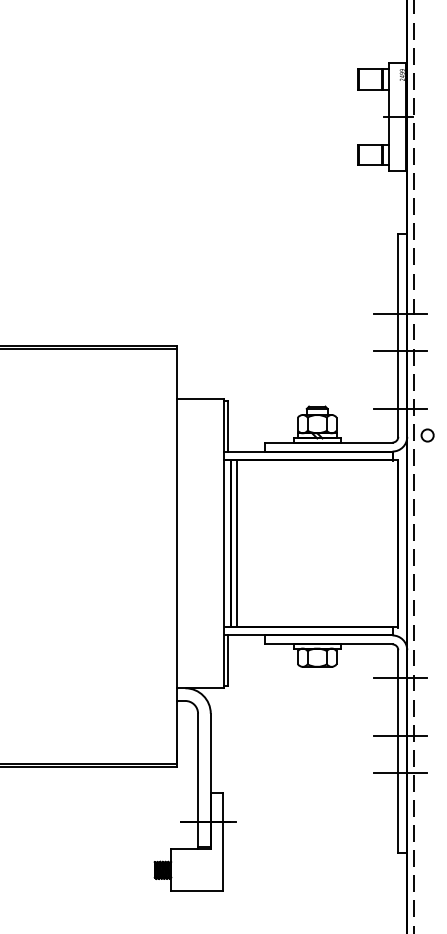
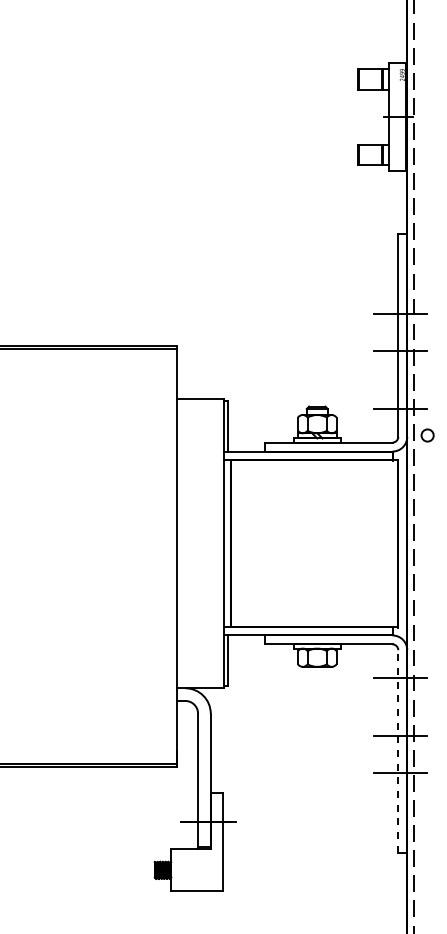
line at (237, 543): present -> none
line at (398, 750): solid -> dashed
